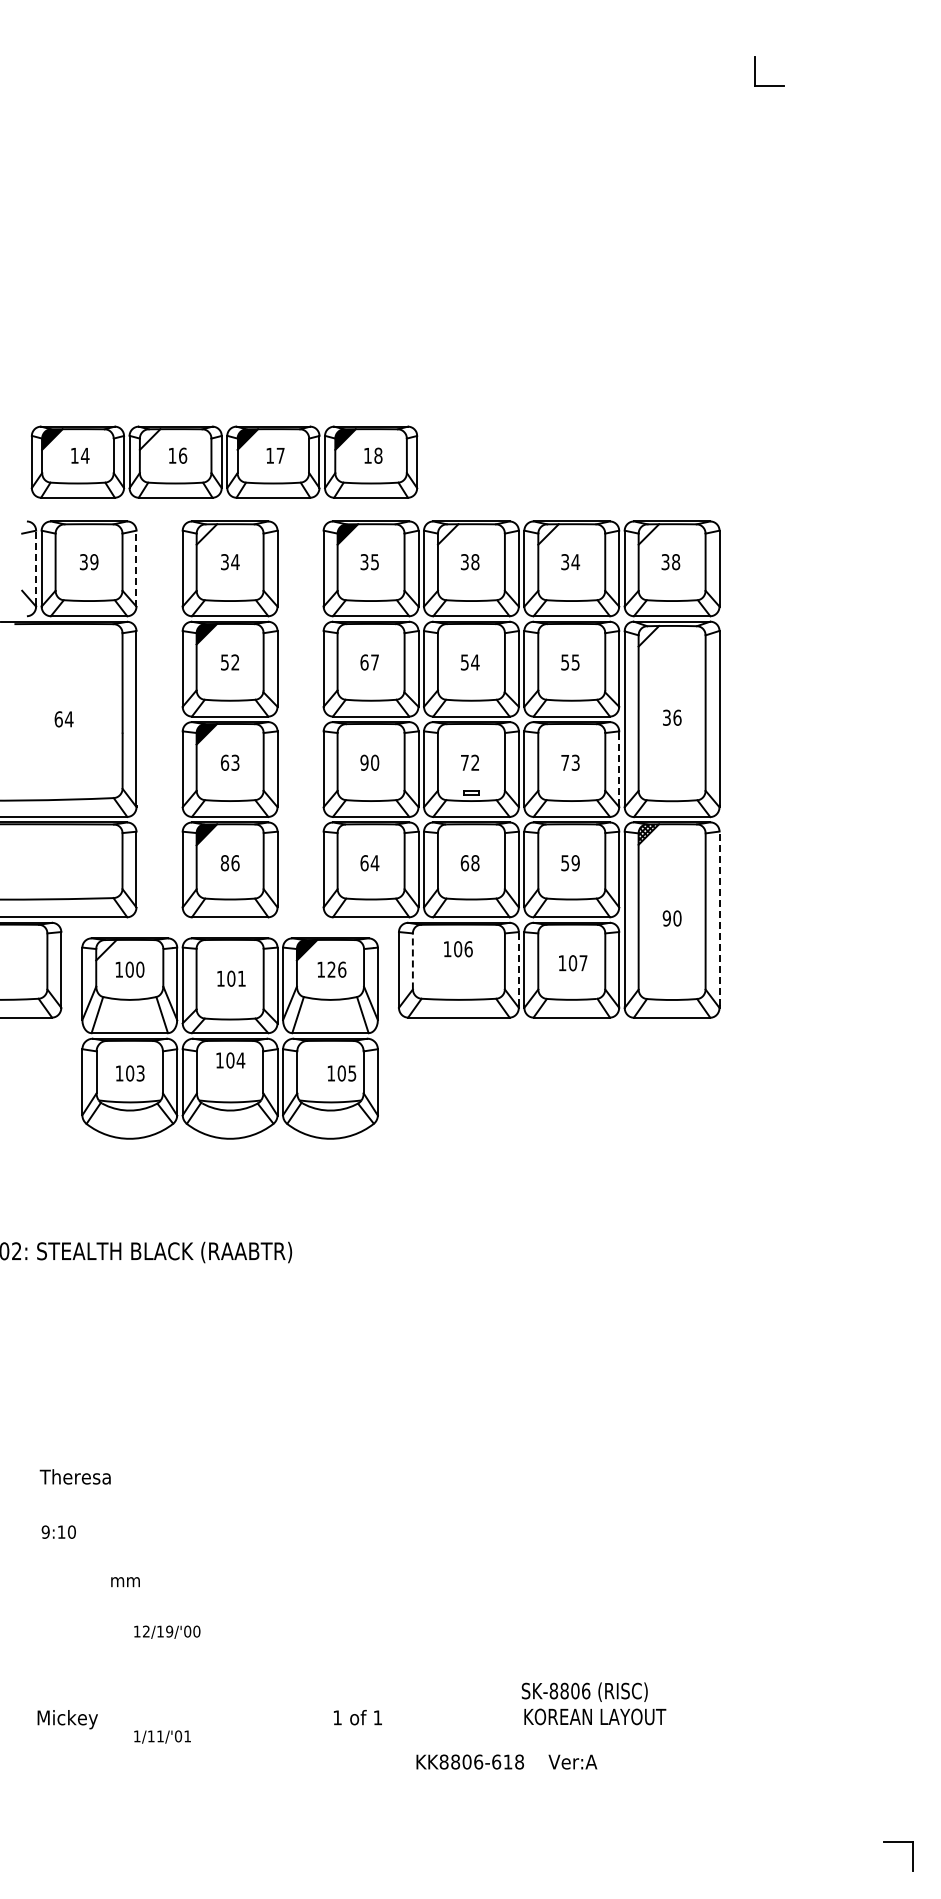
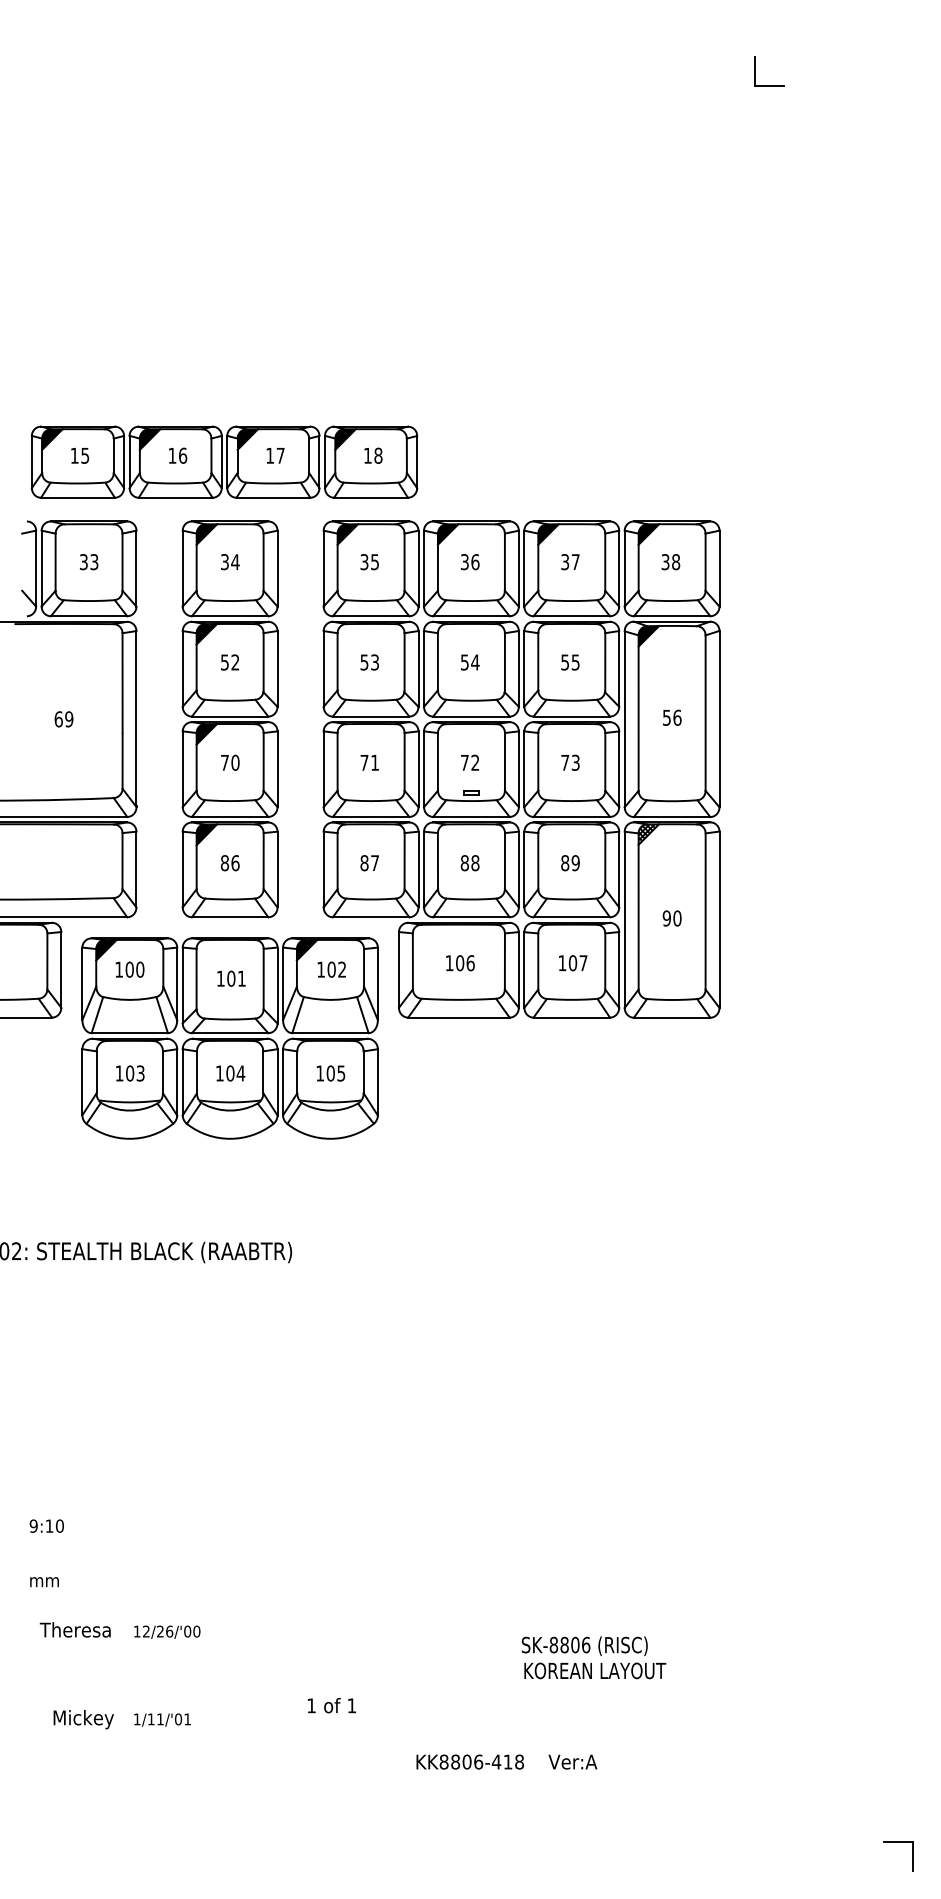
fill at (149, 439): none -> present
text at (84, 455): 14 -> 15
fill at (206, 534): none -> present
fill at (447, 534): none -> present
fill at (548, 534): none -> present
fill at (648, 534): none -> present
text at (94, 561): 39 -> 33
text at (575, 561): 34 -> 37
text at (475, 562): 38 -> 36
line at (36, 567): dashed -> solid
line at (136, 568): dashed -> solid
fill at (648, 636): none -> present
text at (369, 662): 67 -> 53
text at (666, 716): 36 -> 56
text at (68, 719): 64 -> 69
text at (229, 762): 63 -> 70
text at (369, 762): 90 -> 71
line at (619, 768): dashed -> solid
text at (369, 863): 64 -> 87
text at (464, 863): 68 -> 88
text at (565, 863): 59 -> 89
line at (719, 918): dashed -> solid
fill at (106, 949): none -> present
text at (458, 949) position: (458, 949) -> (460, 963)
line at (412, 961): dashed -> solid
line at (518, 968): dashed -> solid
text at (336, 969): 126 -> 102
text at (230, 1060) position: (230, 1060) -> (230, 1073)
text at (341, 1073) position: (341, 1073) -> (330, 1073)
text at (74, 1476) position: (74, 1476) -> (74, 1629)
text at (58, 1531) position: (58, 1531) -> (46, 1525)
text at (125, 1582) position: (125, 1582) -> (44, 1582)
text at (165, 1631): 12/19/'00 -> 12/26/'00
text at (593, 1703) position: (593, 1703) -> (593, 1657)
text at (357, 1717) position: (357, 1717) -> (331, 1705)
text at (67, 1719) position: (67, 1719) -> (83, 1719)
text at (162, 1736) position: (162, 1736) -> (162, 1719)
text at (496, 1761): KK8806-618 -> KK8806-418
